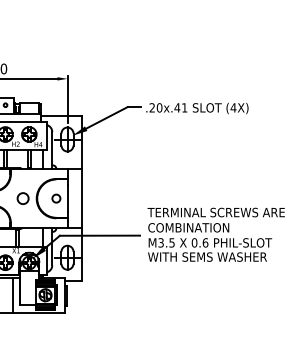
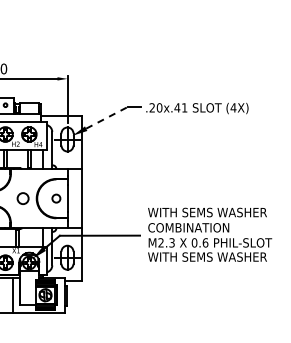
line at (107, 117): solid -> dashed
text at (215, 212): TERMINAL SCREWS ARE -> WITH SEMS WASHER
text at (166, 242): M3.5 -> M2.3
